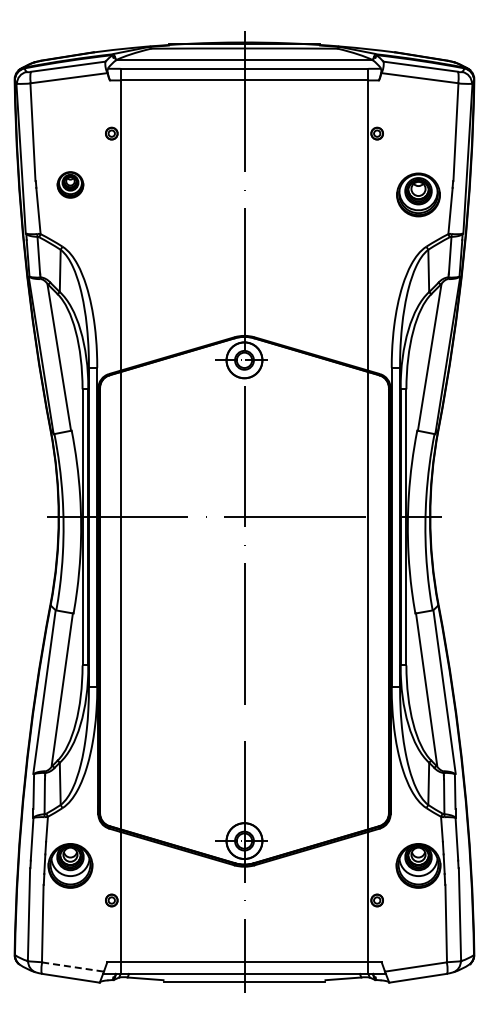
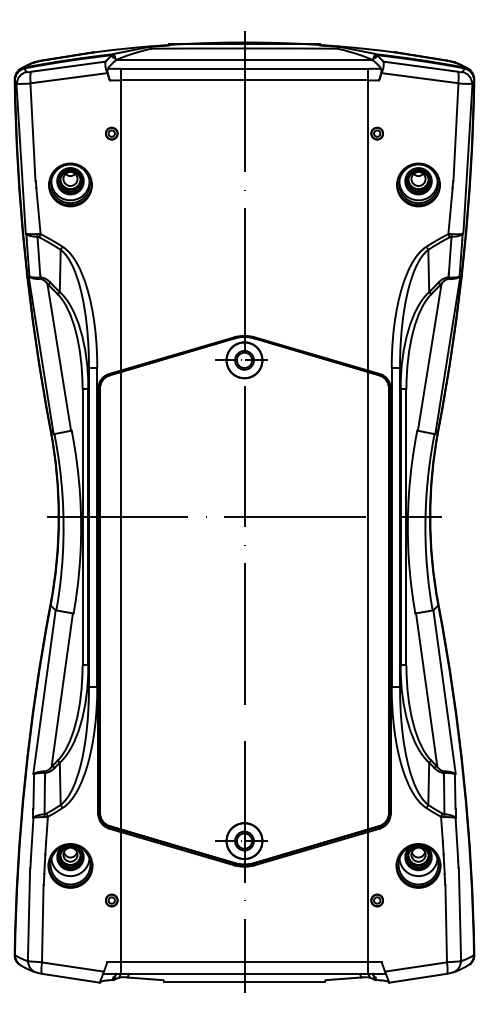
part at (70, 184) size: 29x28 px -> 45x46 px
part at (418, 194) position: (418, 194) -> (418, 184)
line at (73, 967): dashed -> solid
